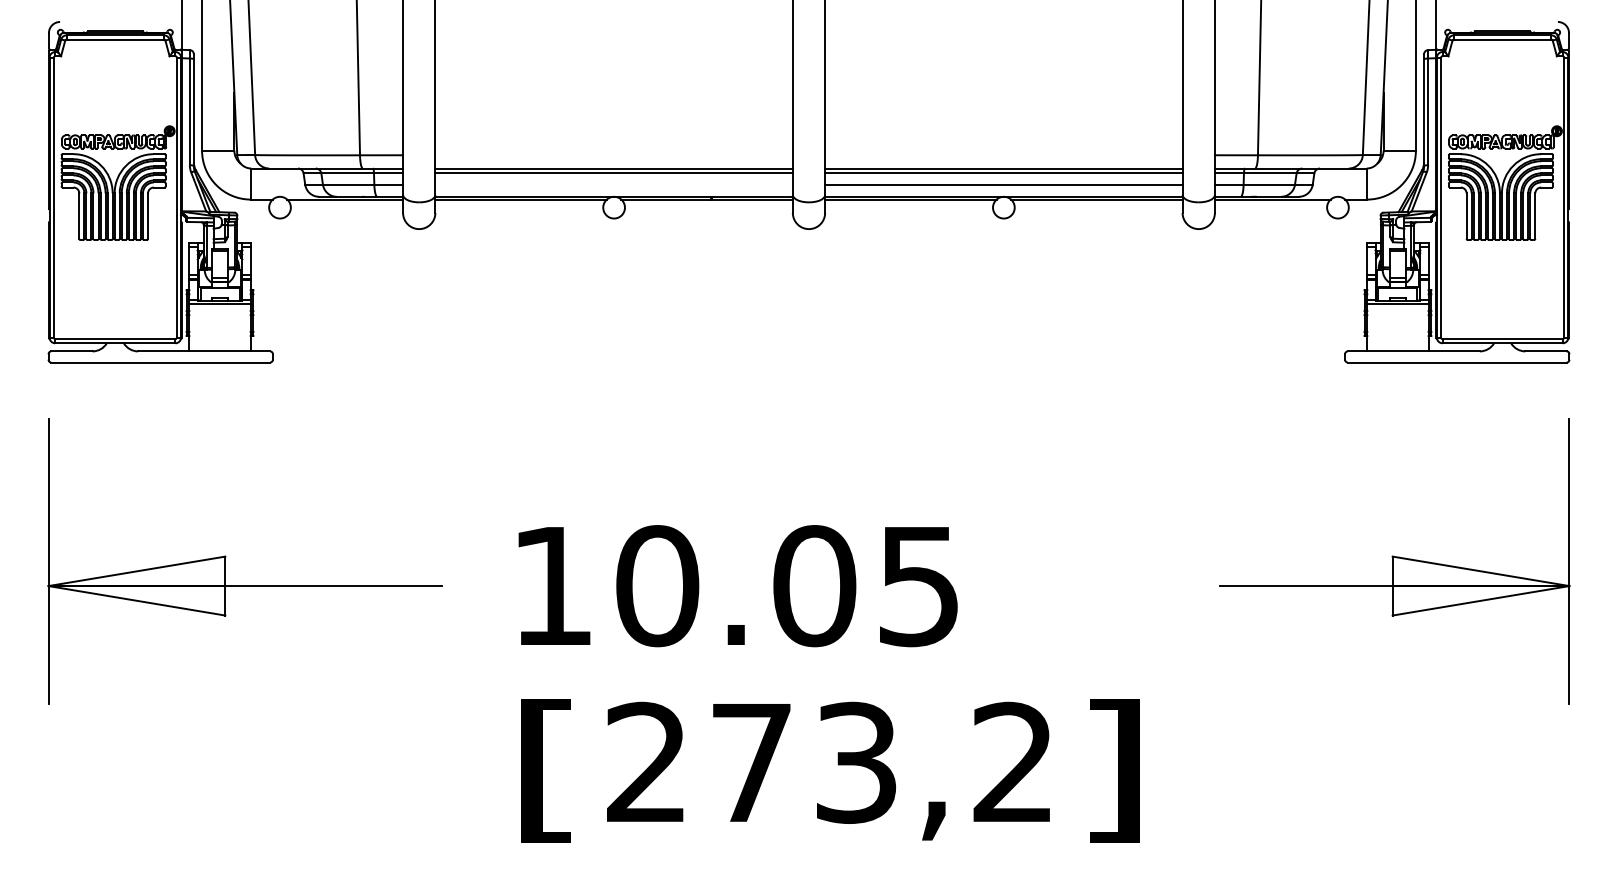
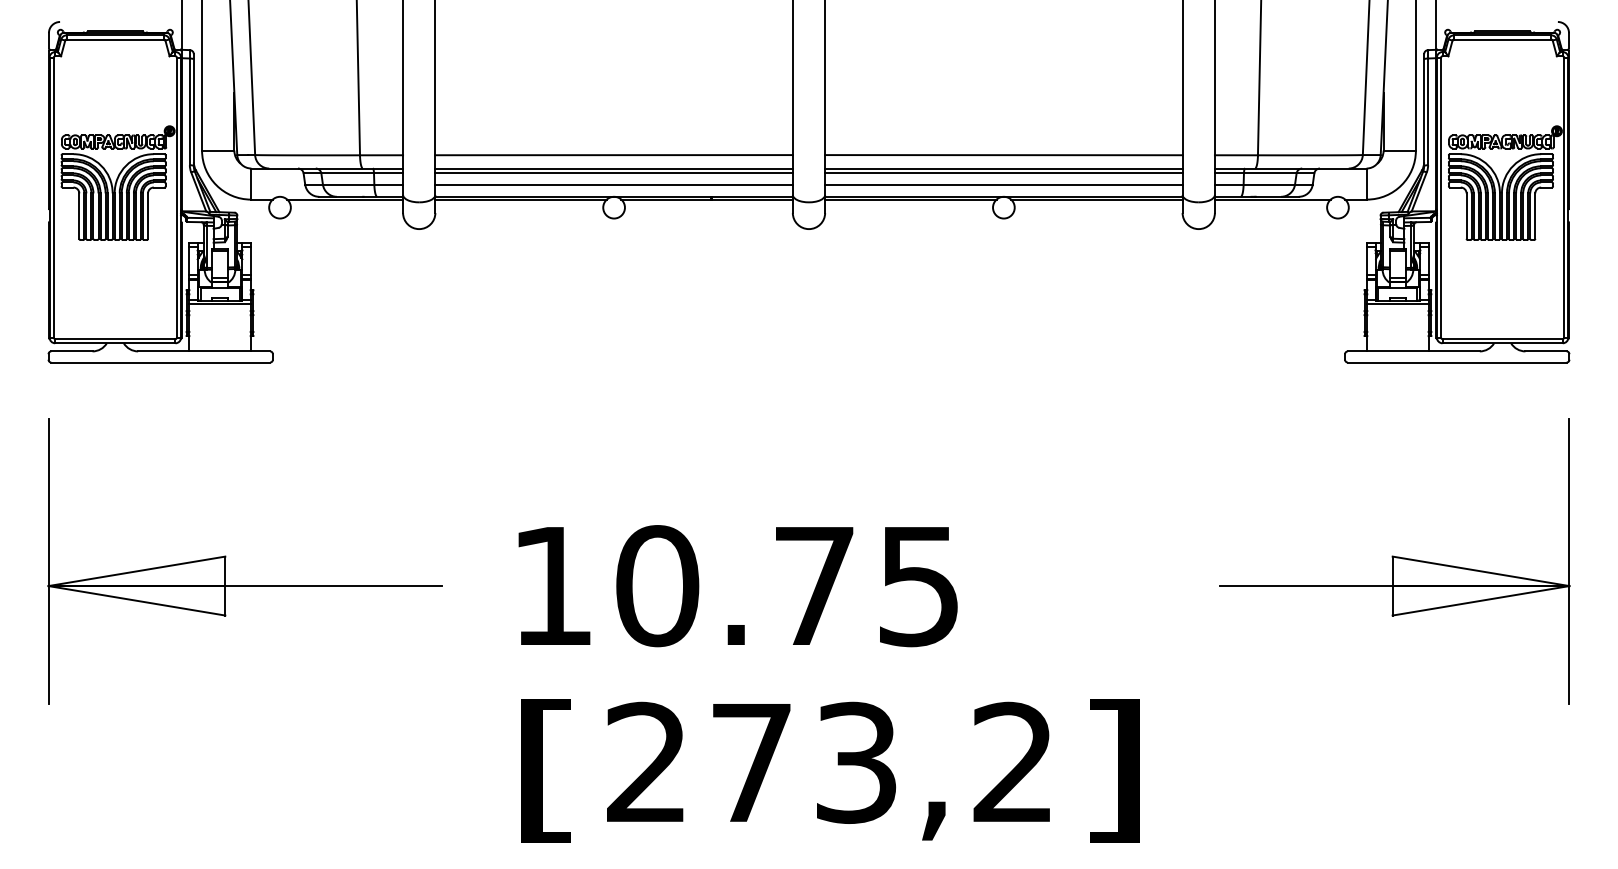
line at (613, 155): none -> present
line at (1003, 155): none -> present
line at (613, 184): none -> present
text at (814, 586): 10.05 -> 10.75
